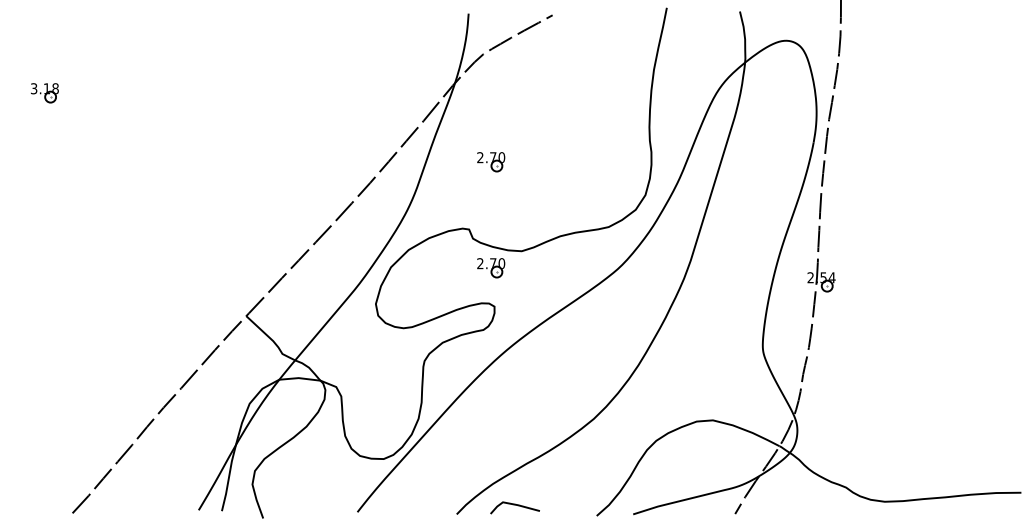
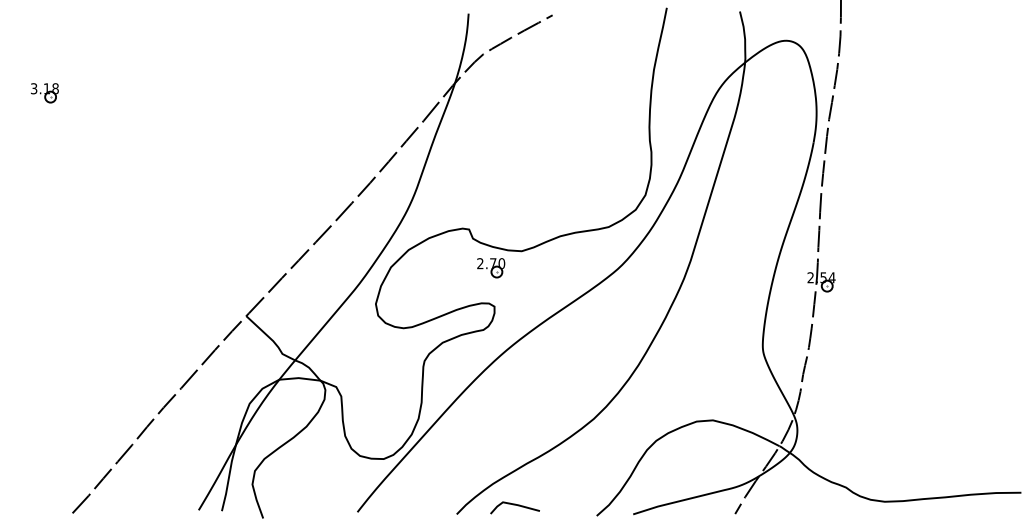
part at (491, 162): present -> none
